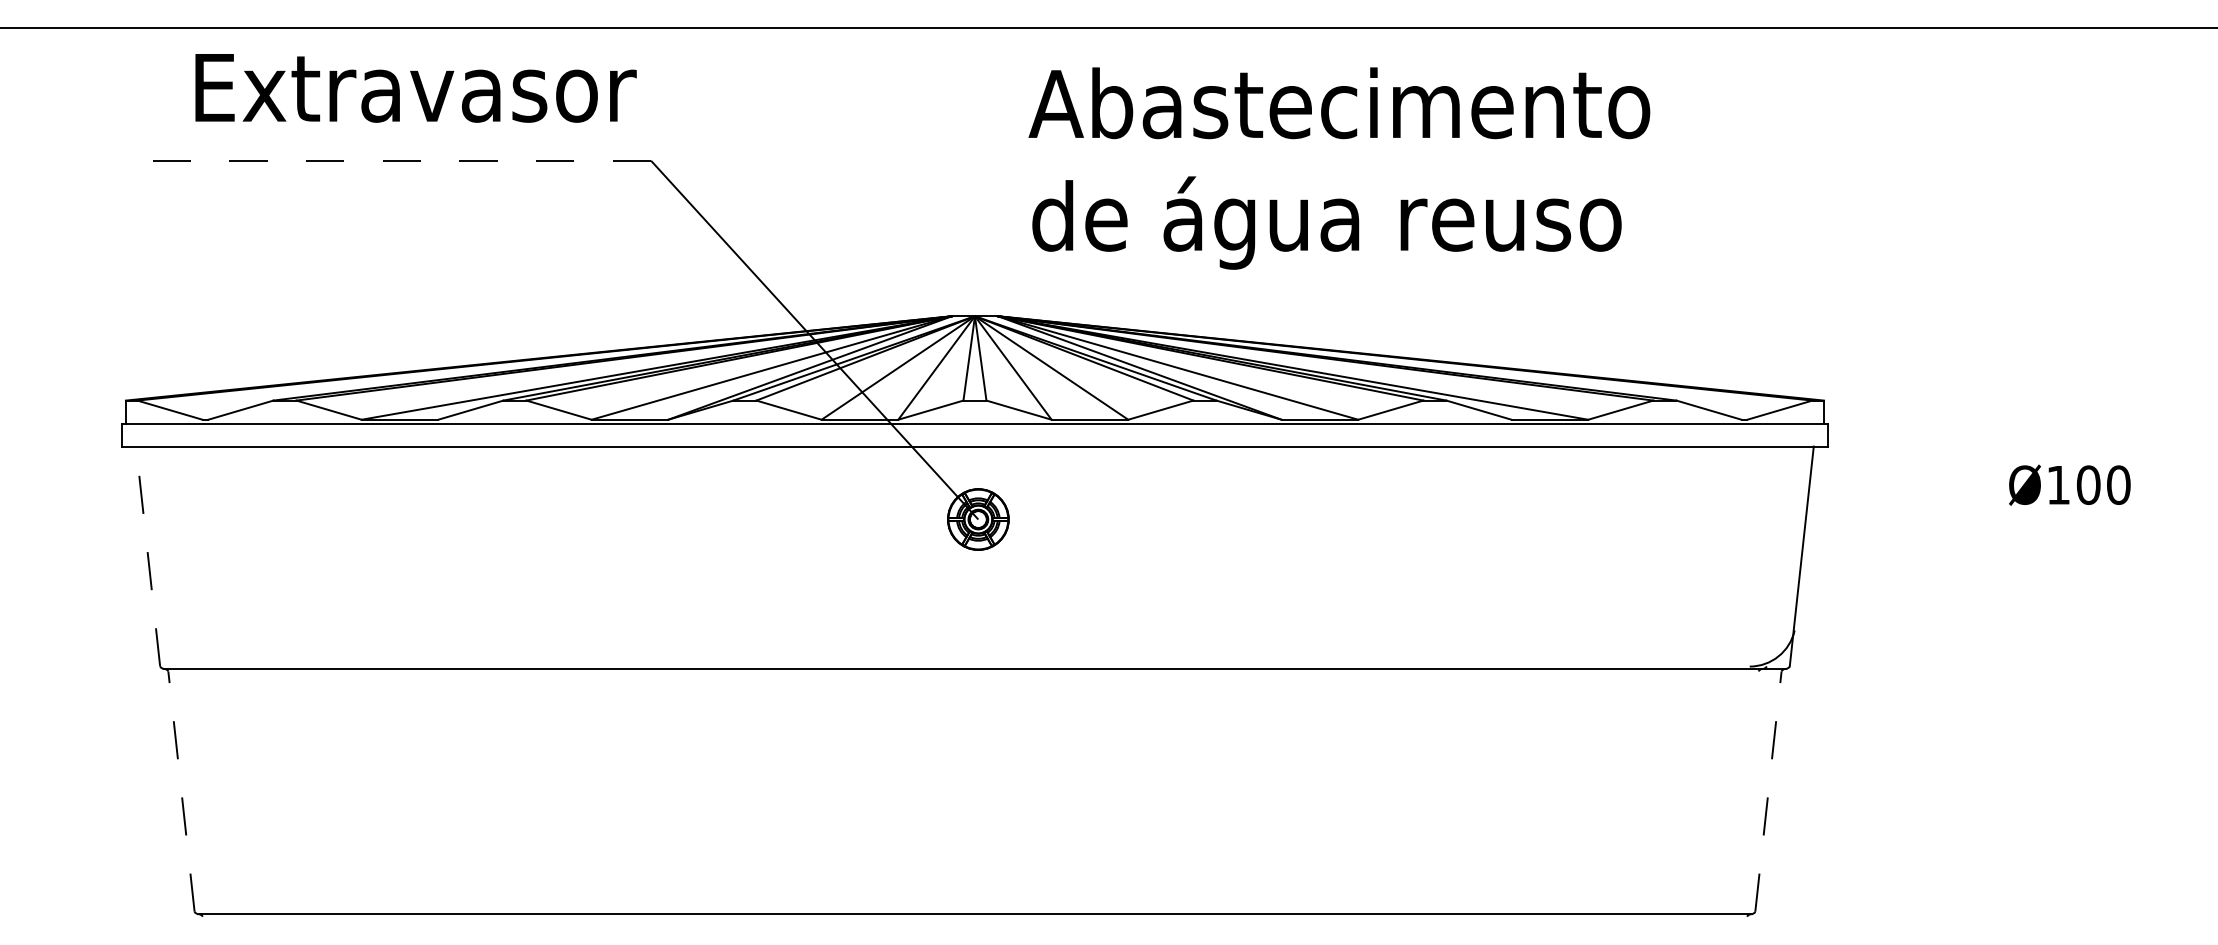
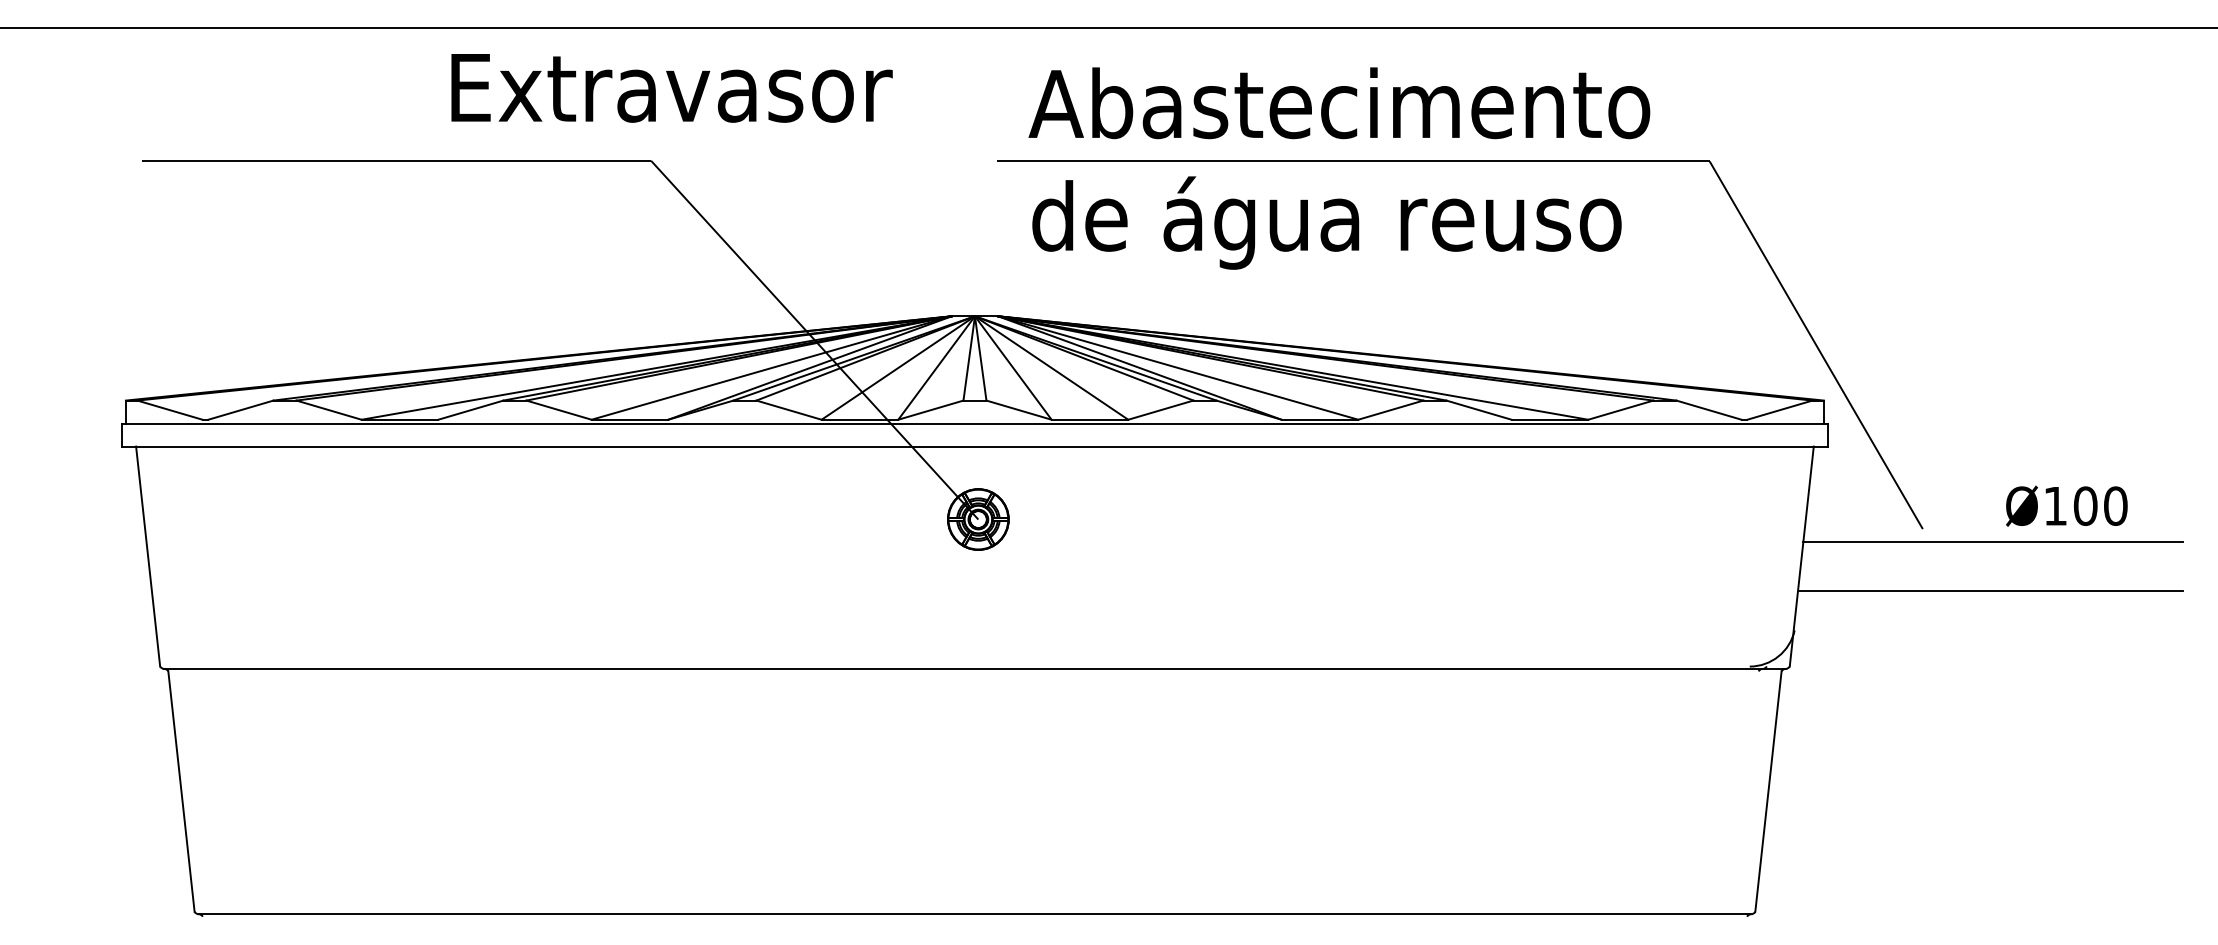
text at (415, 88) position: (415, 88) -> (671, 88)
line at (396, 160): dashed -> solid
part at (1460, 161): none -> present
text at (2069, 484) position: (2069, 484) -> (2066, 505)
line at (1992, 542): none -> present
line at (148, 556): dashed -> solid
line at (1989, 591): none -> present
line at (181, 791): dashed -> solid
line at (1768, 791): dashed -> solid
